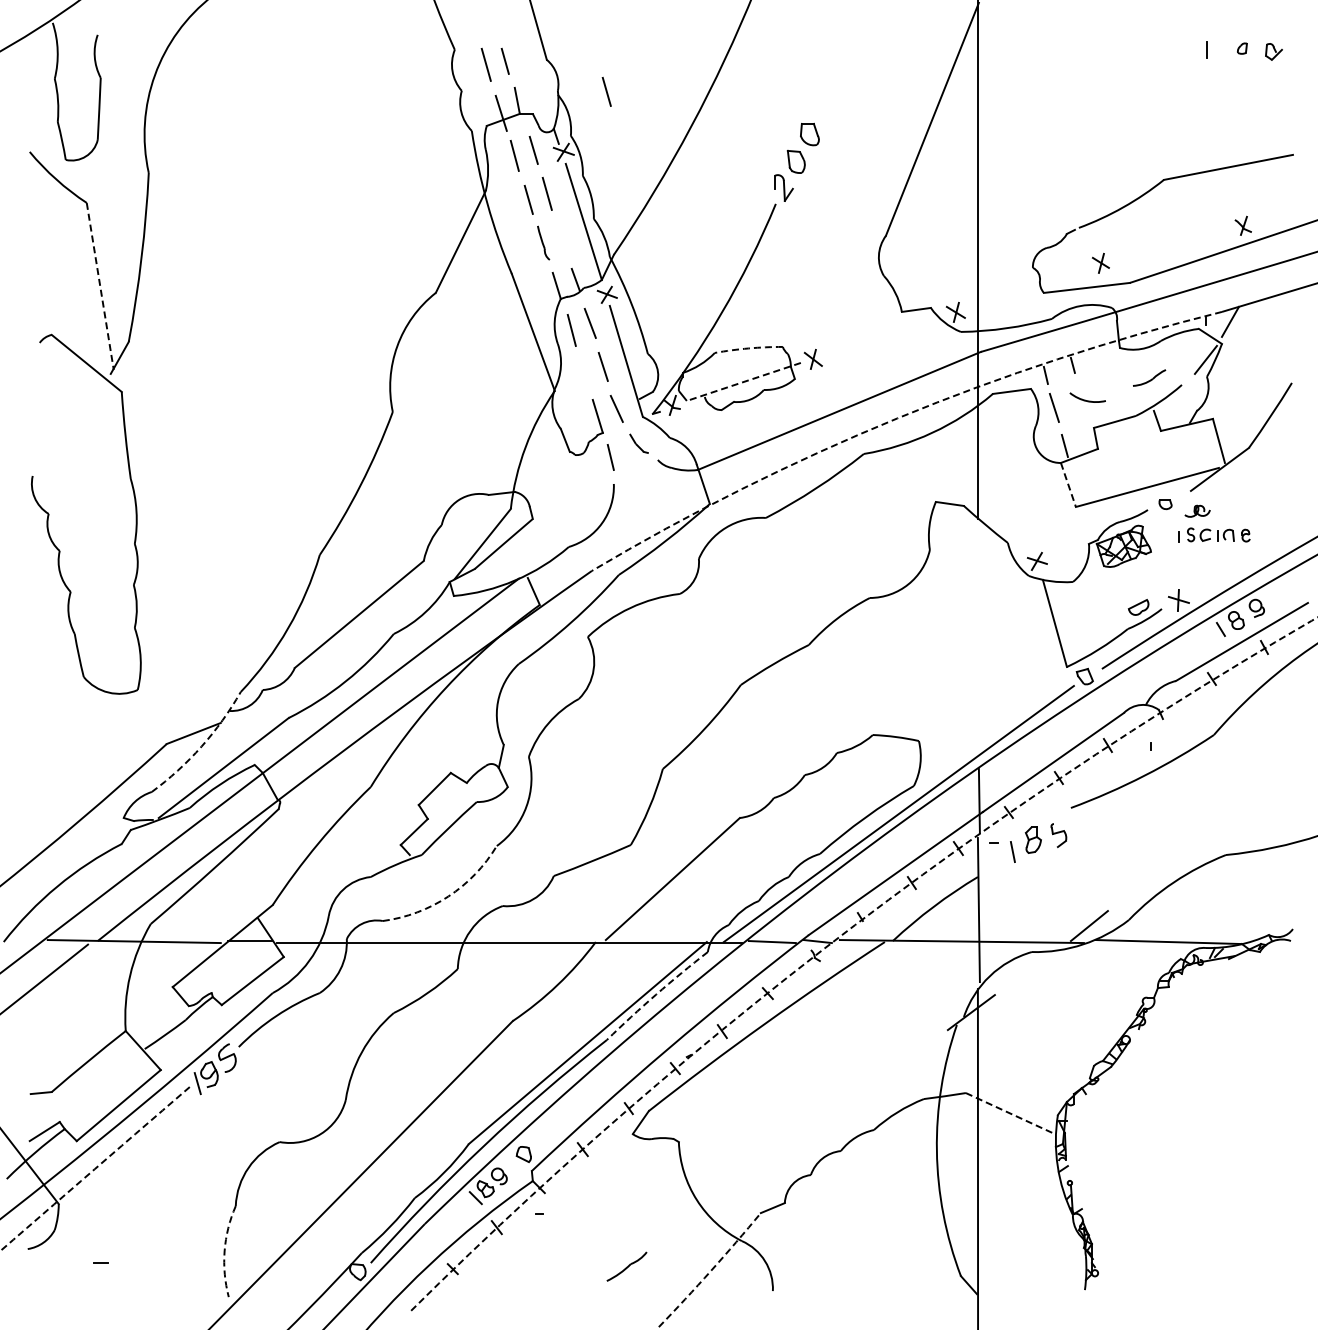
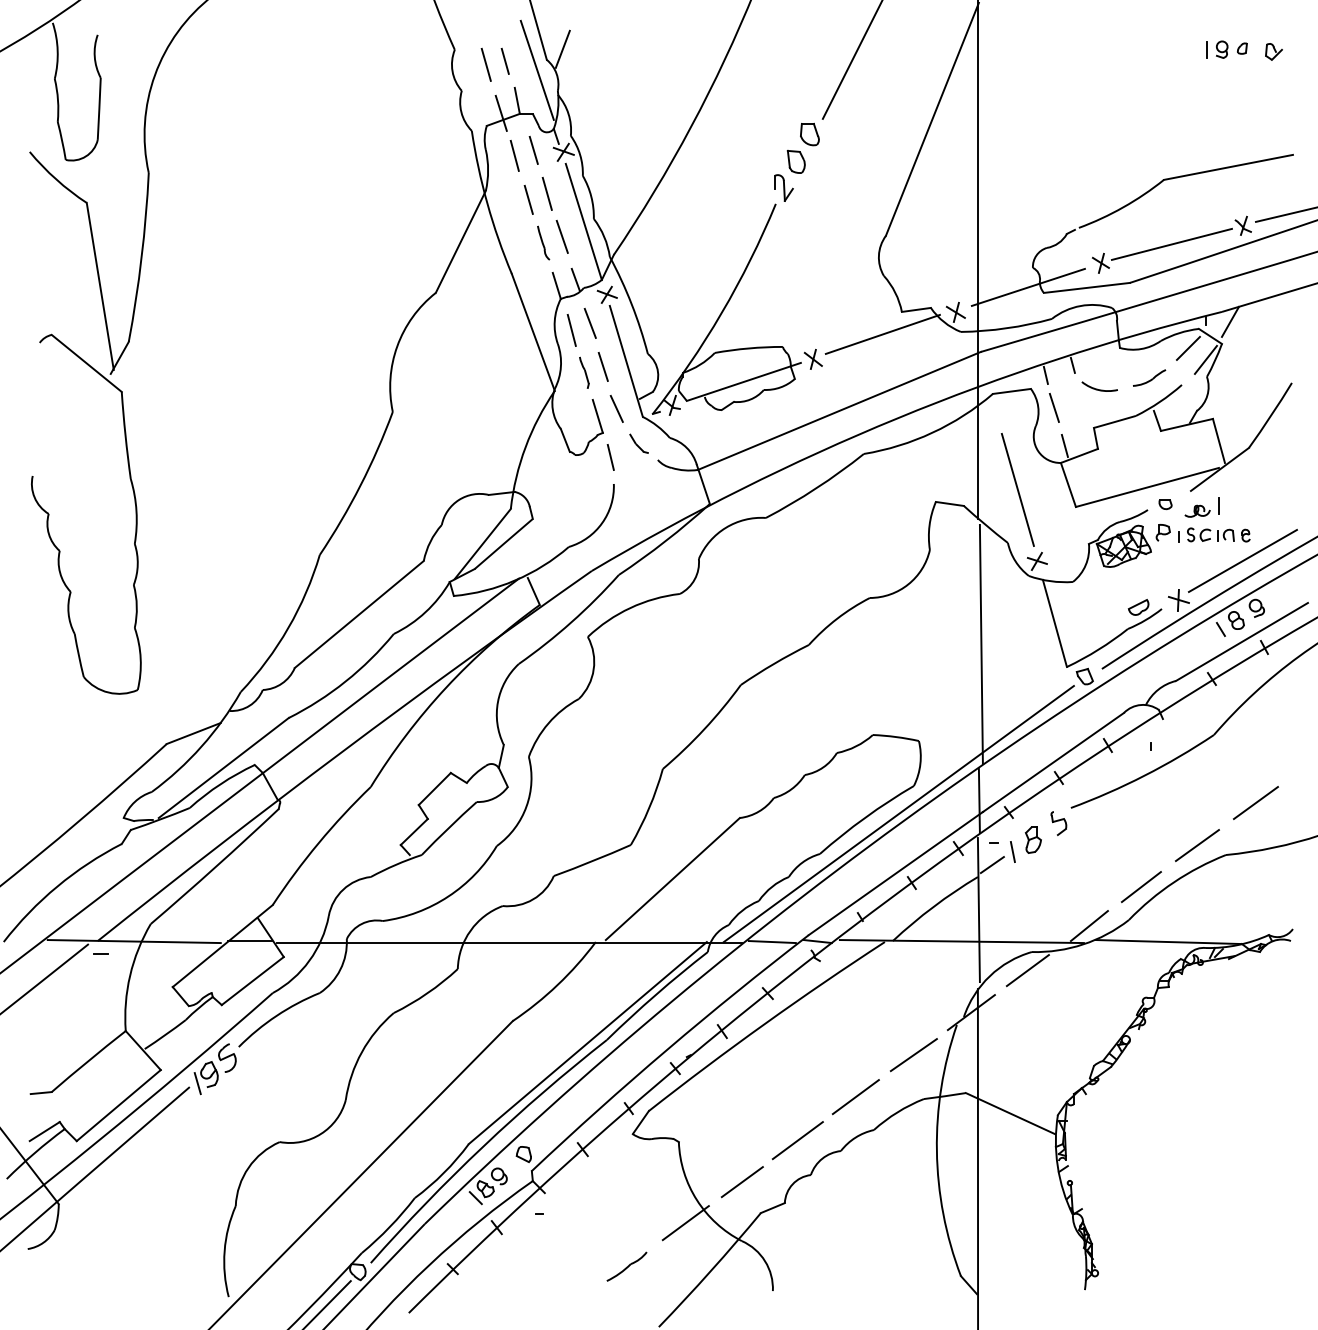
line at (562, 48): none -> present
part at (1222, 49): none -> present
line at (851, 60): none -> present
line at (536, 69): none -> present
line at (606, 91): present -> none
line at (1284, 214): none -> present
line at (561, 236): none -> present
line at (1171, 243): none -> present
line at (100, 286): dashed -> solid
line at (1027, 286): none -> present
line at (882, 333): none -> present
line at (1187, 347): none -> present
arc at (748, 348): dashed -> solid
part at (584, 372): none -> present
line at (743, 382): dashed -> solid
arc at (1085, 399) position: (1085, 399) -> (1097, 388)
arc at (897, 418): dashed -> solid
line at (1068, 485): dashed -> solid
line at (1017, 489): none -> present
line at (1218, 505): none -> present
part at (1162, 532): none -> present
line at (1242, 560): none -> present
line at (980, 644): none -> present
arc at (201, 746): dashed -> solid
line at (1255, 803): none -> present
part at (1058, 835) position: (1058, 835) -> (1058, 823)
line at (1196, 845): none -> present
line at (991, 865): none -> present
line at (1140, 887): none -> present
arc at (448, 896): dashed -> solid
arc at (841, 935): dashed -> solid
line at (1027, 970): none -> present
arc at (656, 994): dashed -> solid
line at (913, 1055): none -> present
line at (855, 1097): none -> present
line at (1010, 1113): dashed -> solid
line at (797, 1140): none -> present
arc at (94, 1169): dashed -> solid
line at (741, 1182): none -> present
line at (685, 1223): none -> present
arc at (224, 1251): dashed -> solid
line at (100, 1262) position: (100, 1262) -> (100, 953)
arc at (710, 1271): dashed -> solid
line at (327, 1303): none -> present
